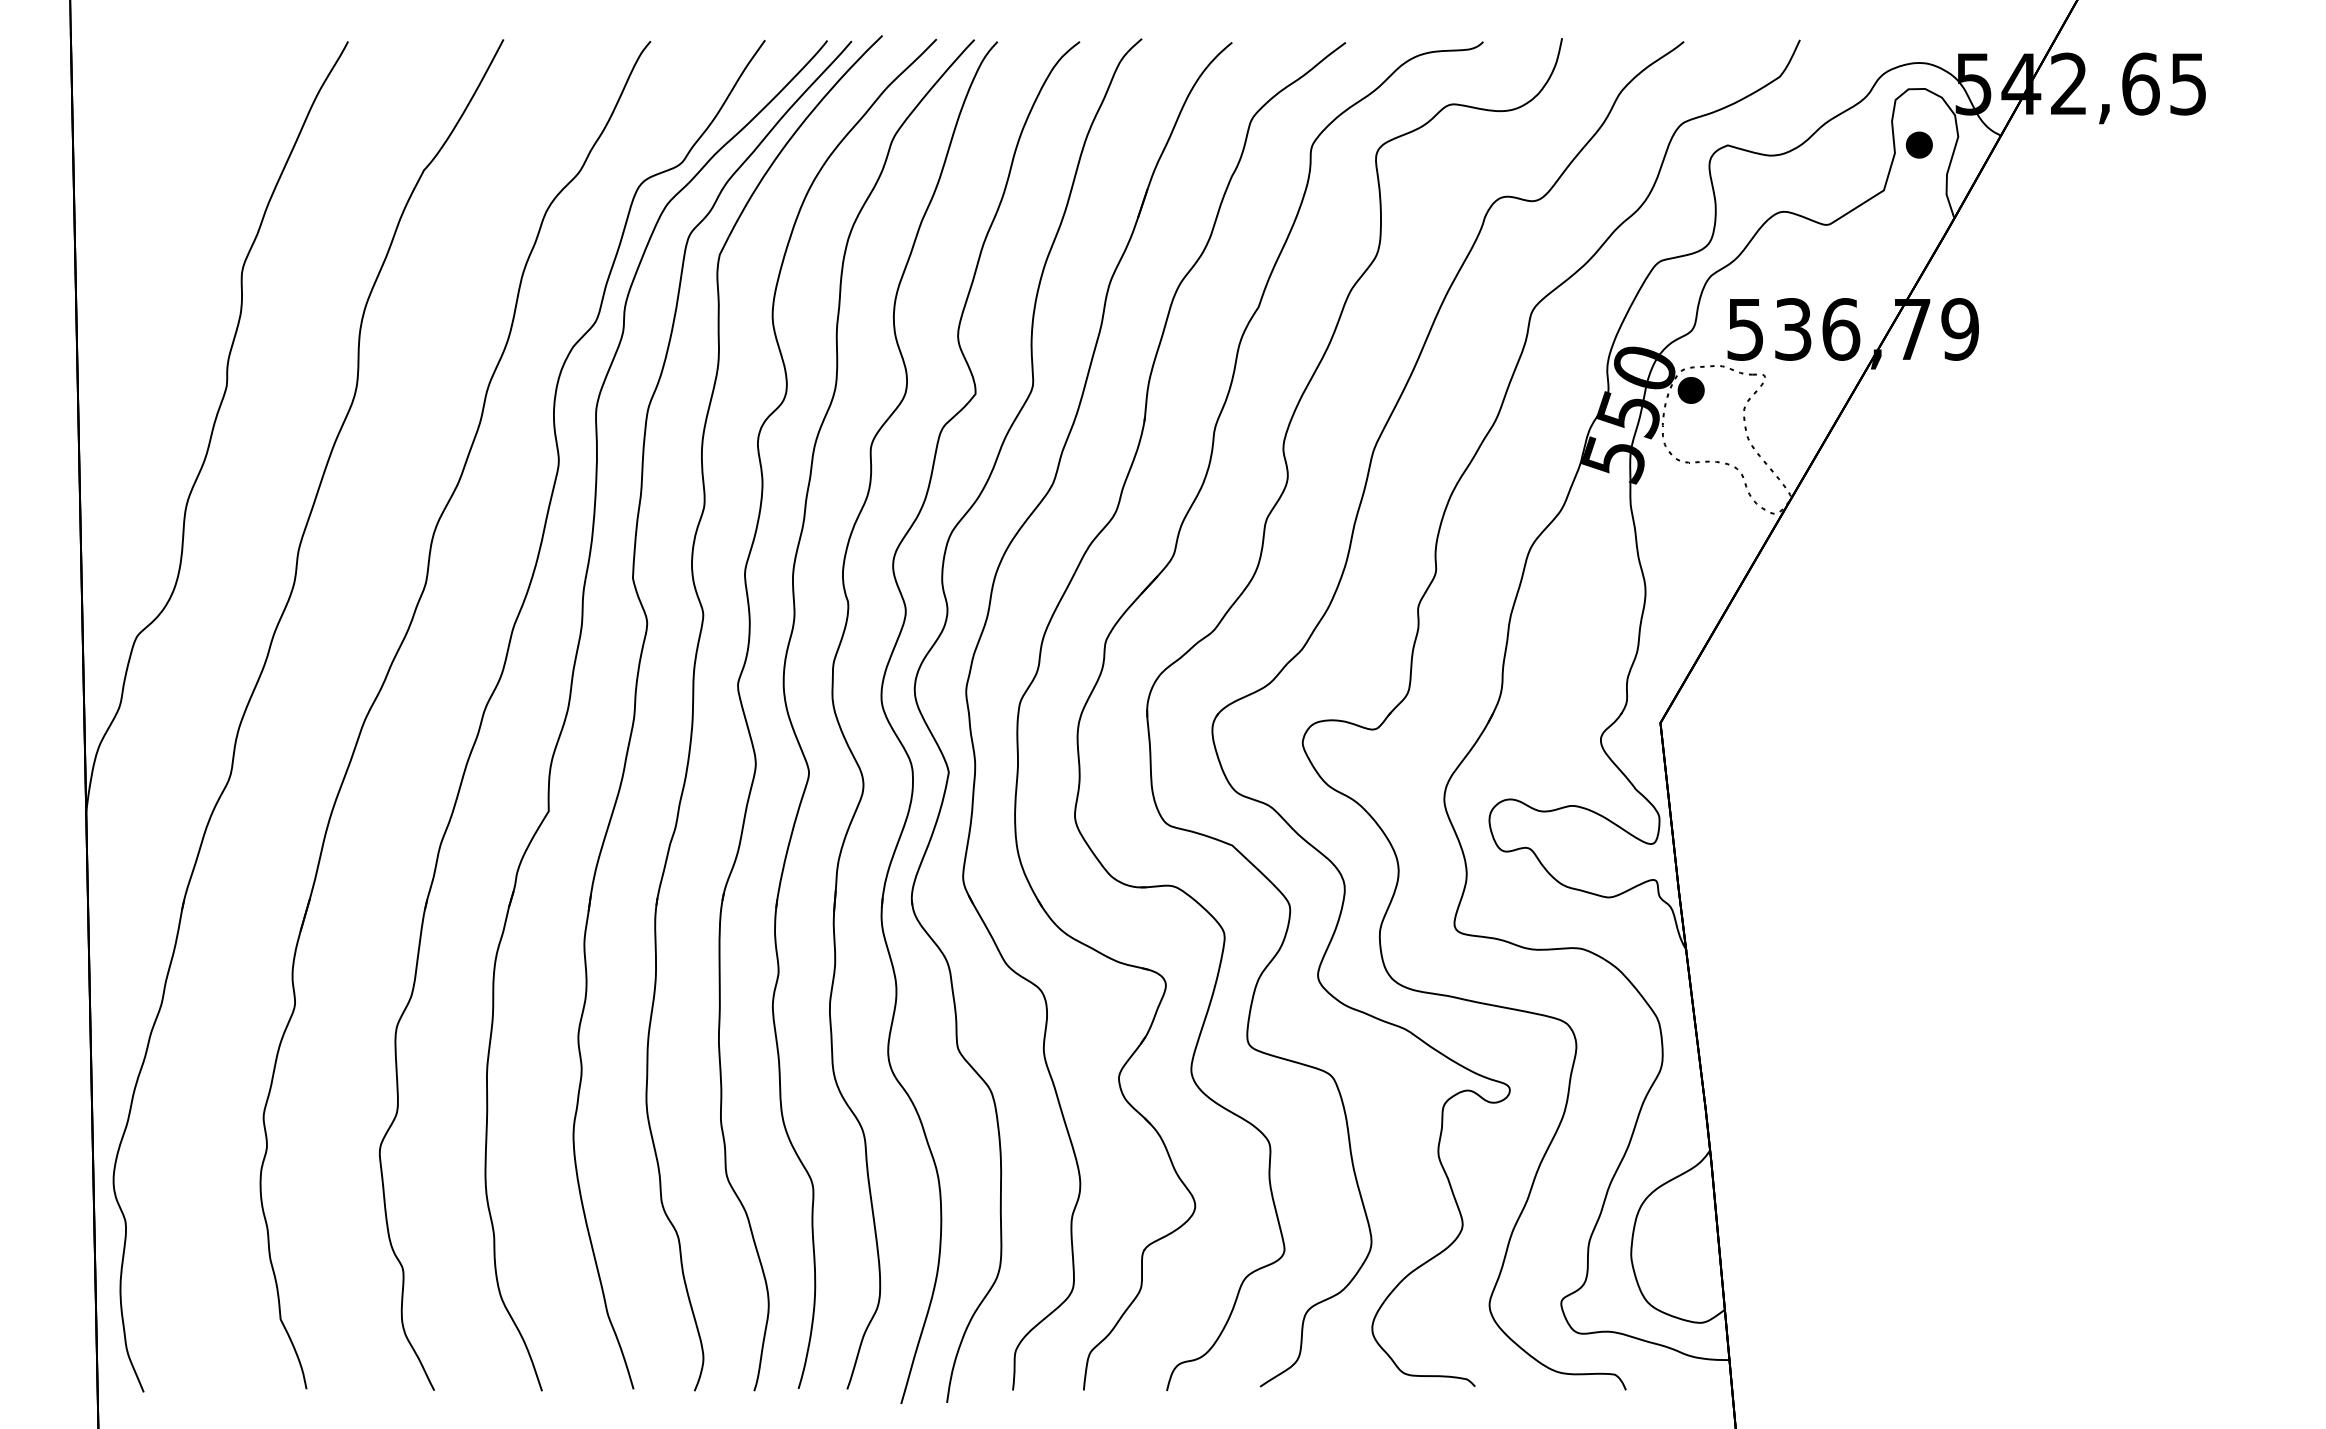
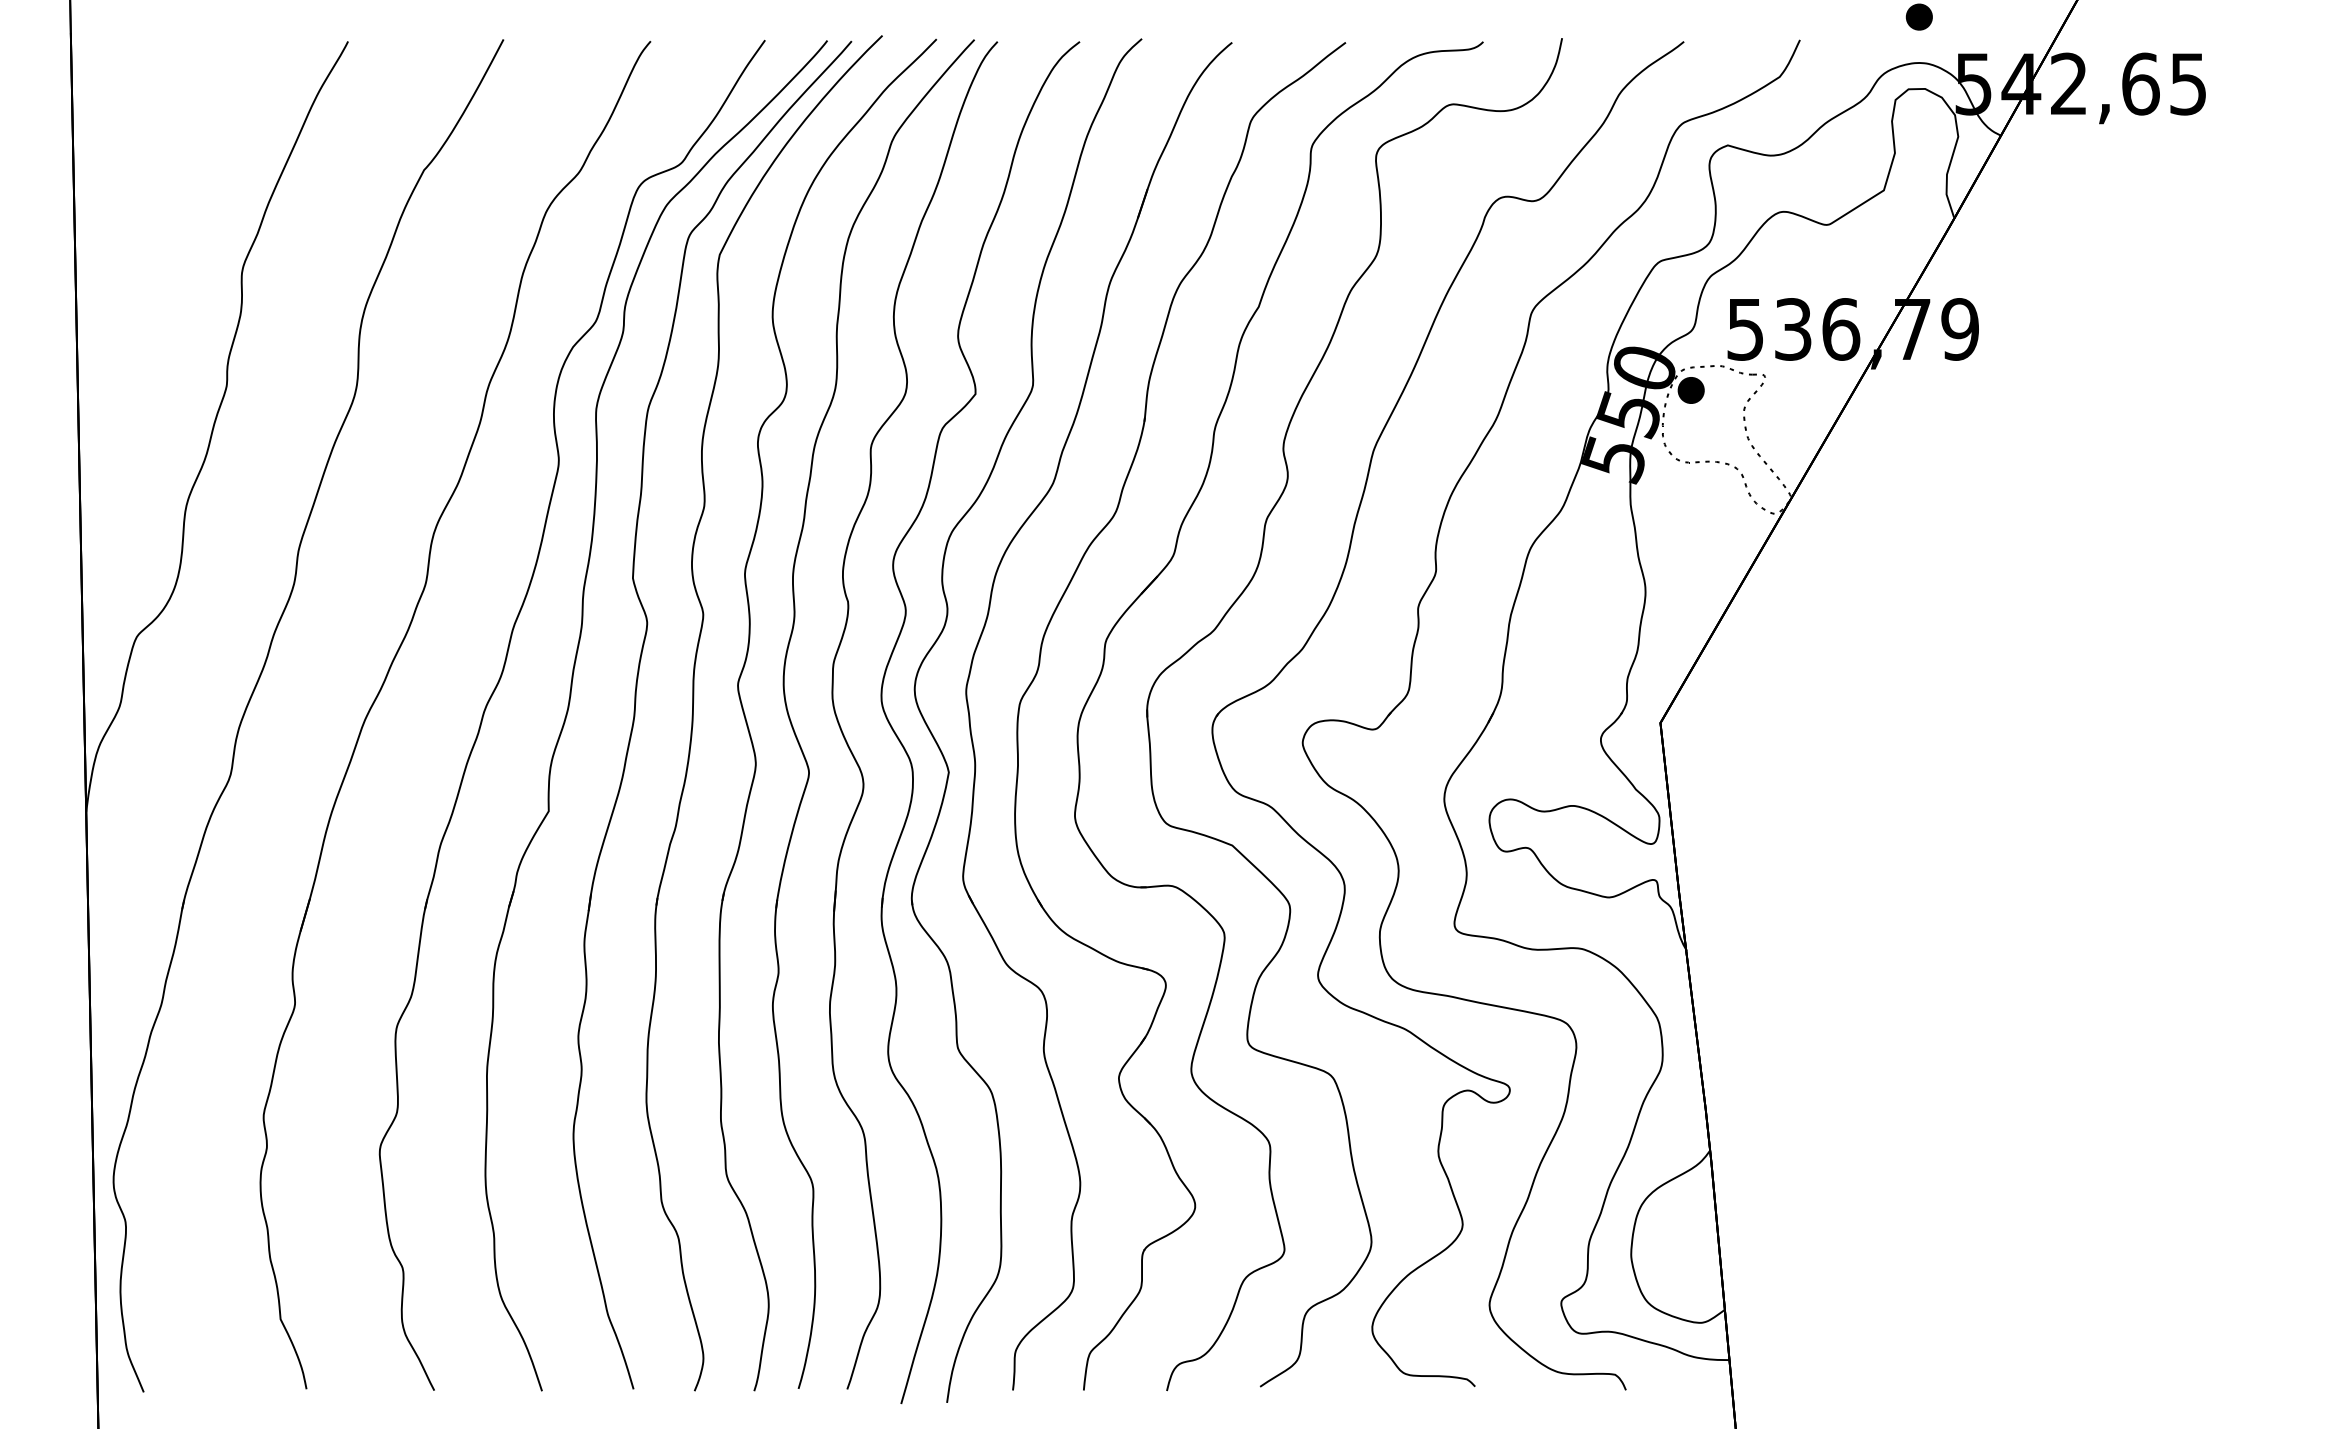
part at (1918, 144) position: (1918, 144) -> (1918, 16)
